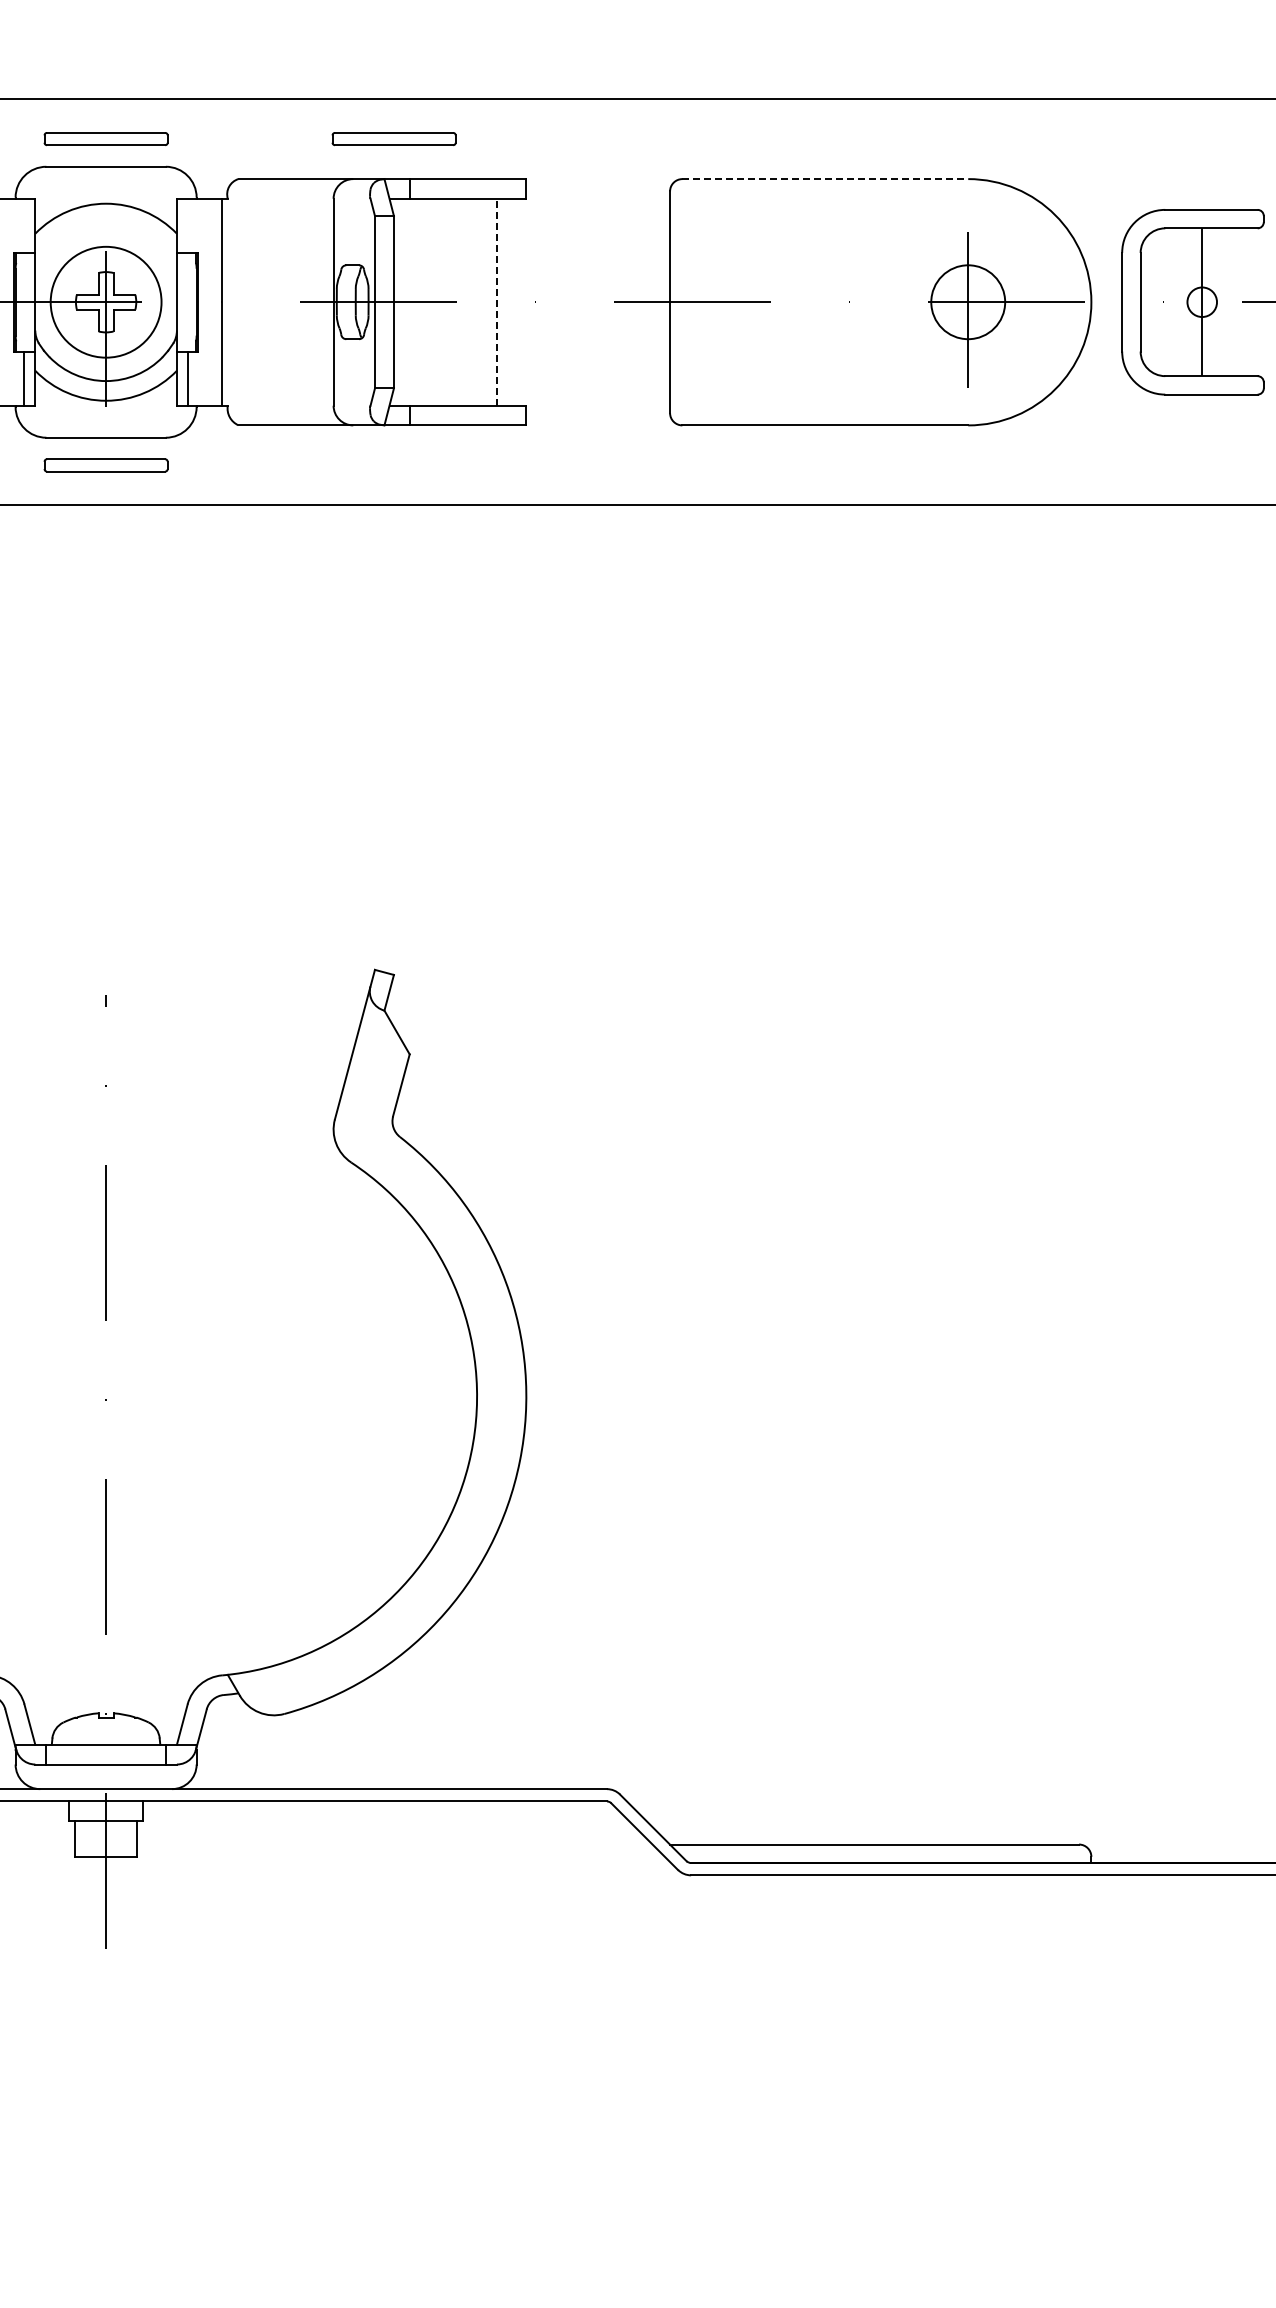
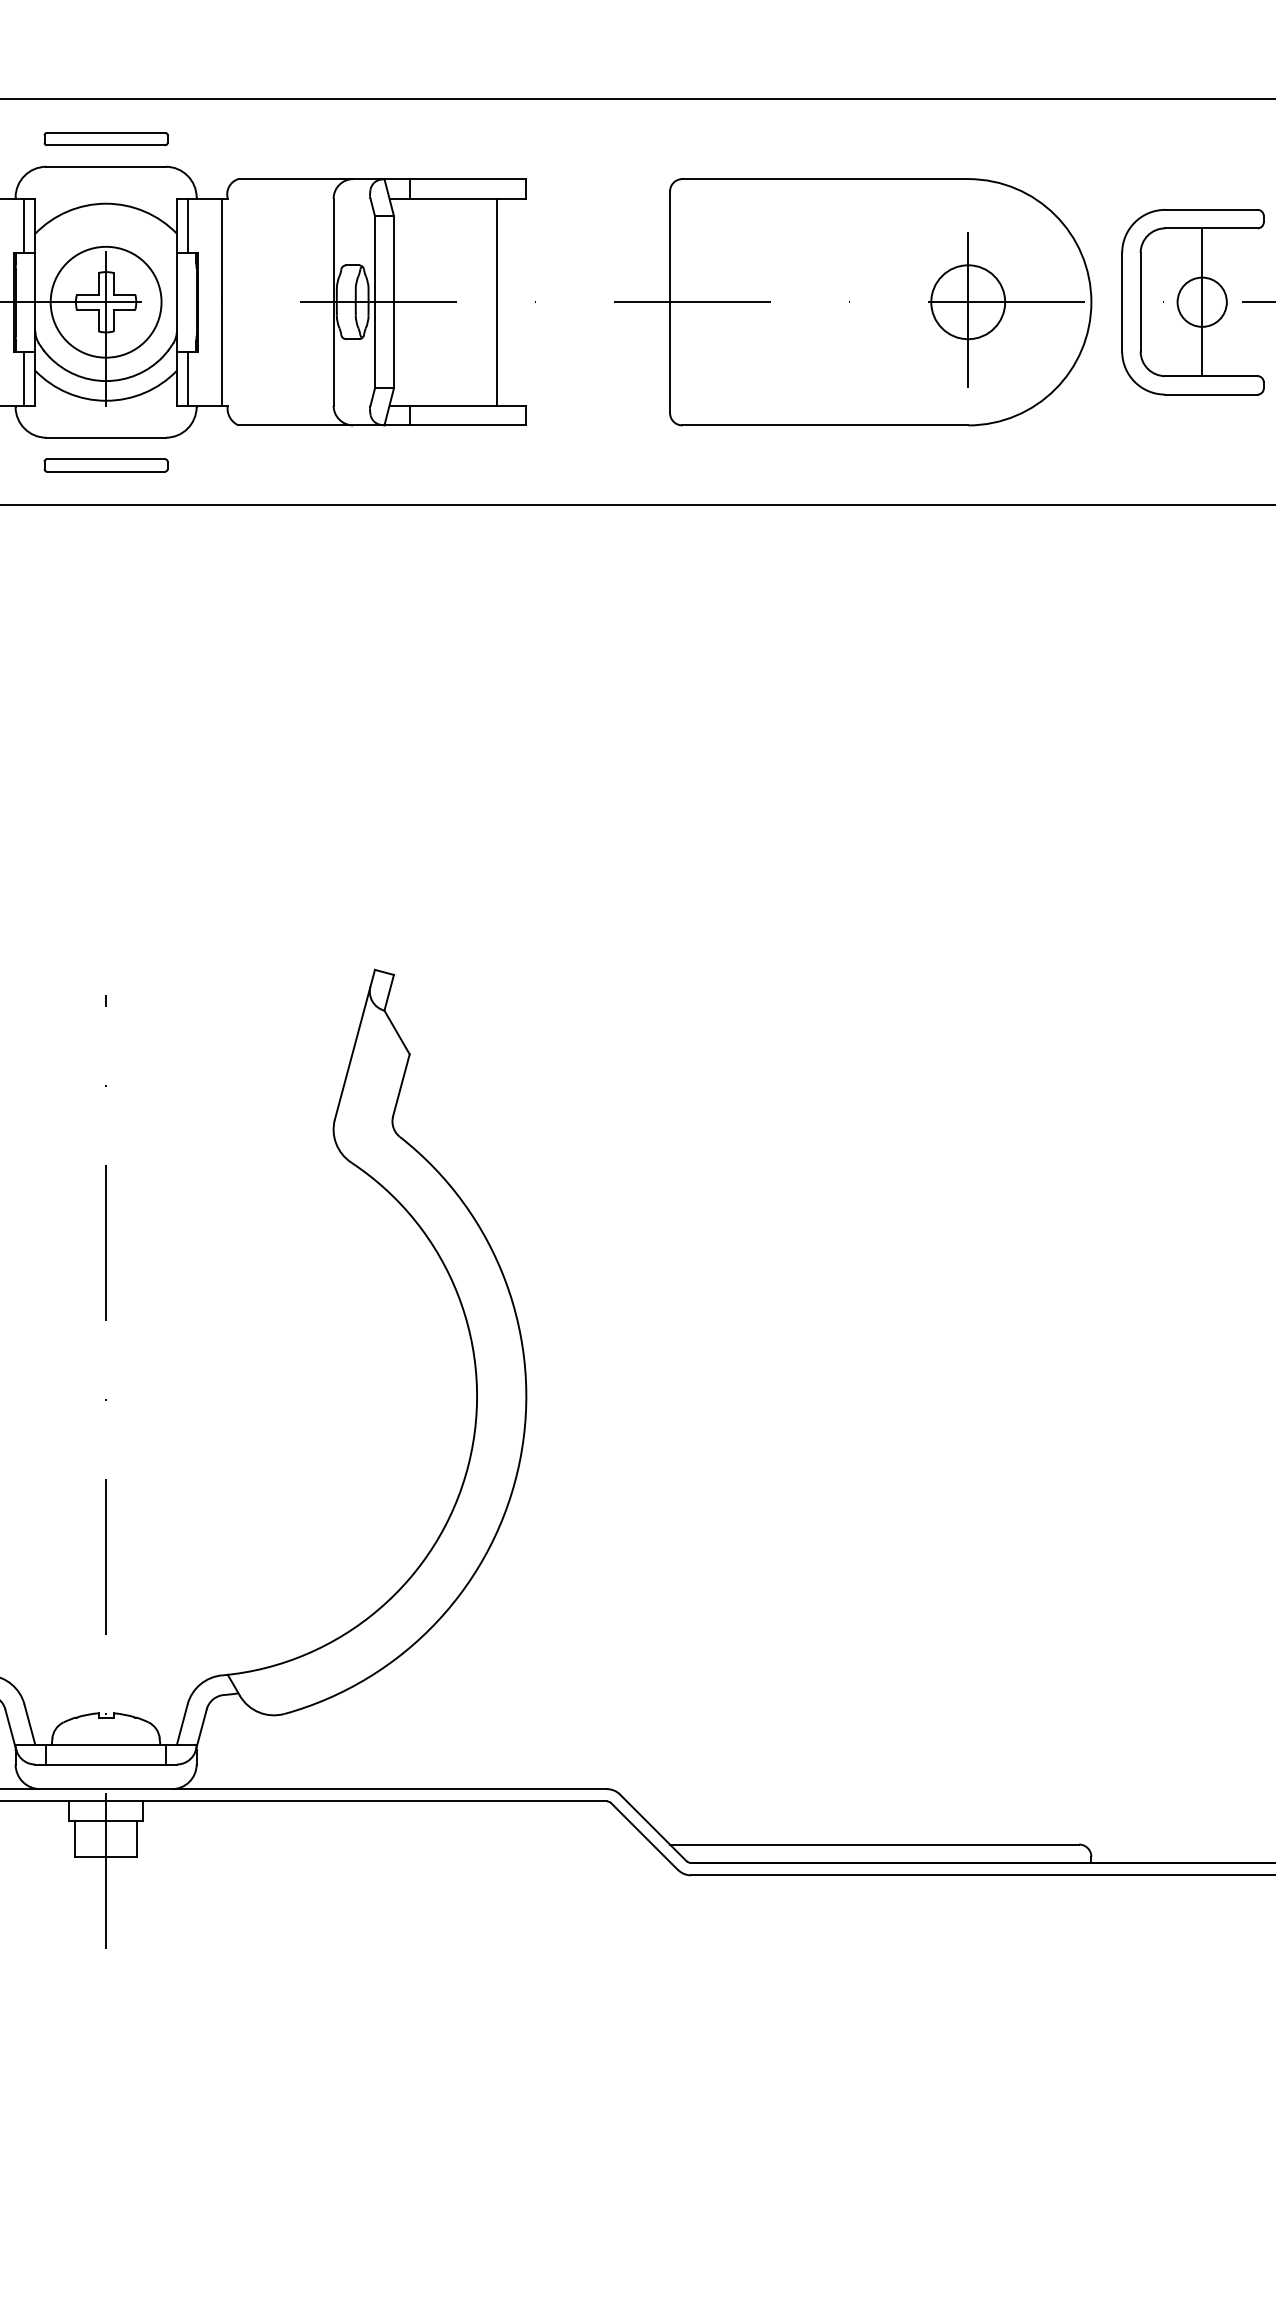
part at (393, 139): present -> none
line at (825, 179): dashed -> solid
line at (24, 225): none -> present
line at (187, 225): none -> present
line at (496, 301): dashed -> solid
circle at (1202, 302) diameter: 30 px -> 49 px
